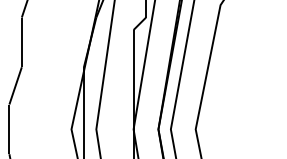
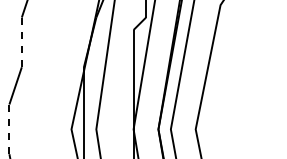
line at (21, 42): solid -> dashed
line at (9, 129): solid -> dashed
